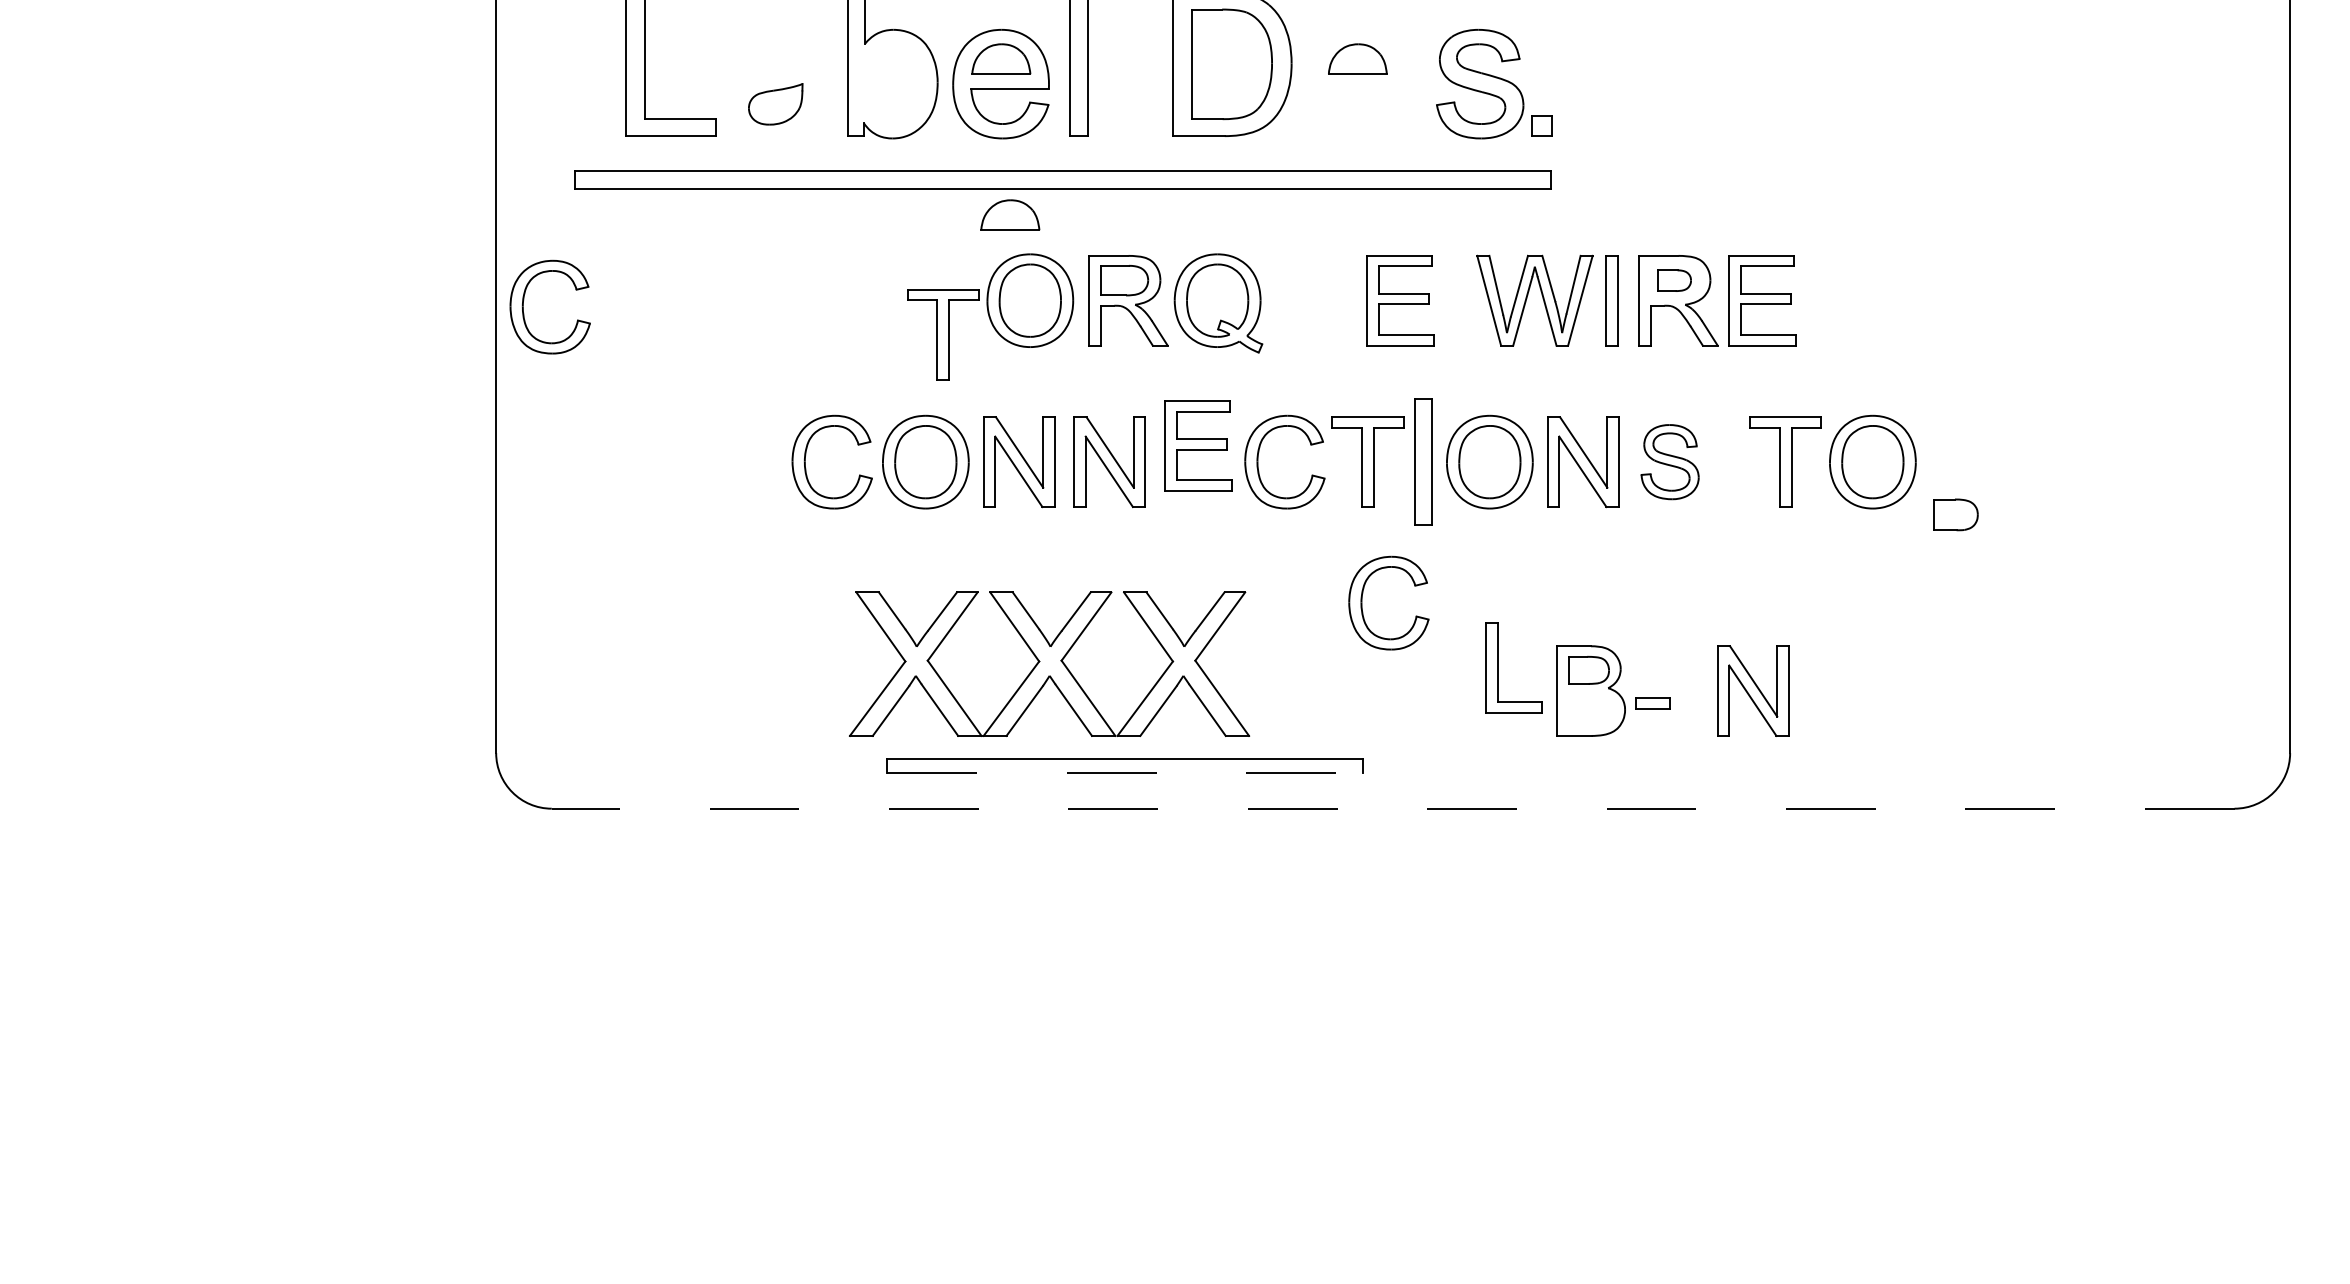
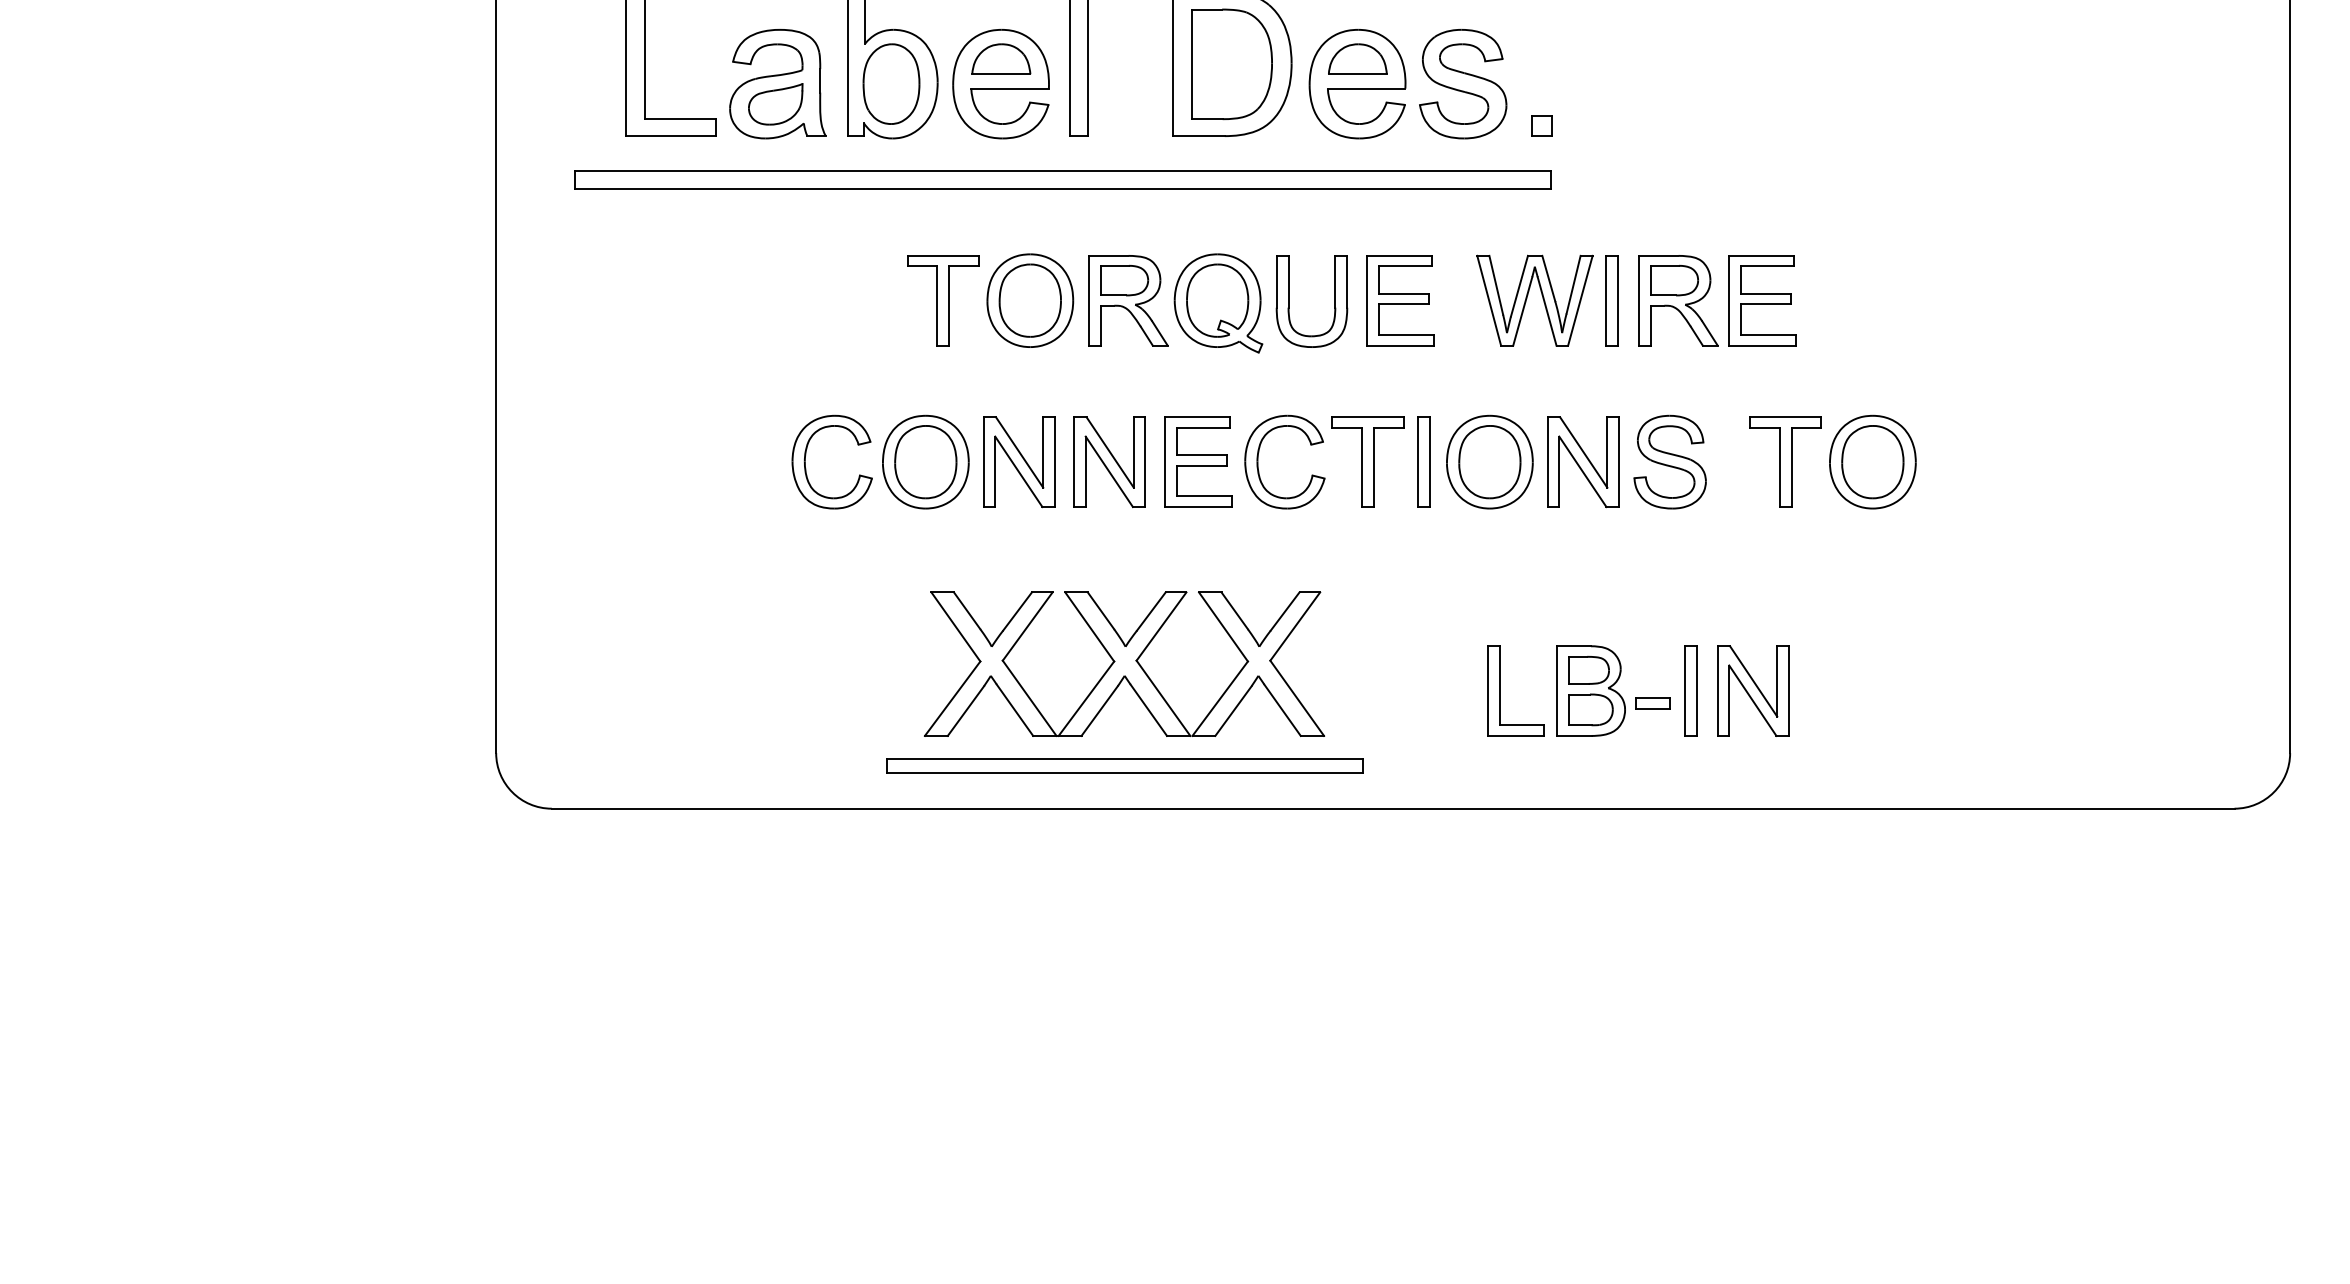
part at (891, 83): none -> present
part at (777, 84): none -> present
part at (1357, 84): none -> present
part at (1480, 84) position: (1480, 84) -> (1463, 84)
part at (1010, 214): present -> none
part at (1674, 280) size: 35x23 px -> 49x32 px
part at (524, 300): present -> none
part at (1289, 301): none -> present
part at (943, 334) position: (943, 334) -> (943, 300)
part at (1198, 445) position: (1198, 445) -> (1198, 461)
part at (1423, 461) size: 19x128 px -> 14x92 px
part at (1669, 462) size: 60x77 px -> 74x96 px
part at (1955, 514) position: (1955, 514) -> (1590, 709)
part at (1362, 602): present -> none
part at (1049, 663) position: (1049, 663) -> (1124, 663)
part at (1498, 667) position: (1498, 667) -> (1500, 690)
part at (1690, 690): none -> present
line at (1125, 772): dashed -> solid
line at (1392, 808): dashed -> solid
